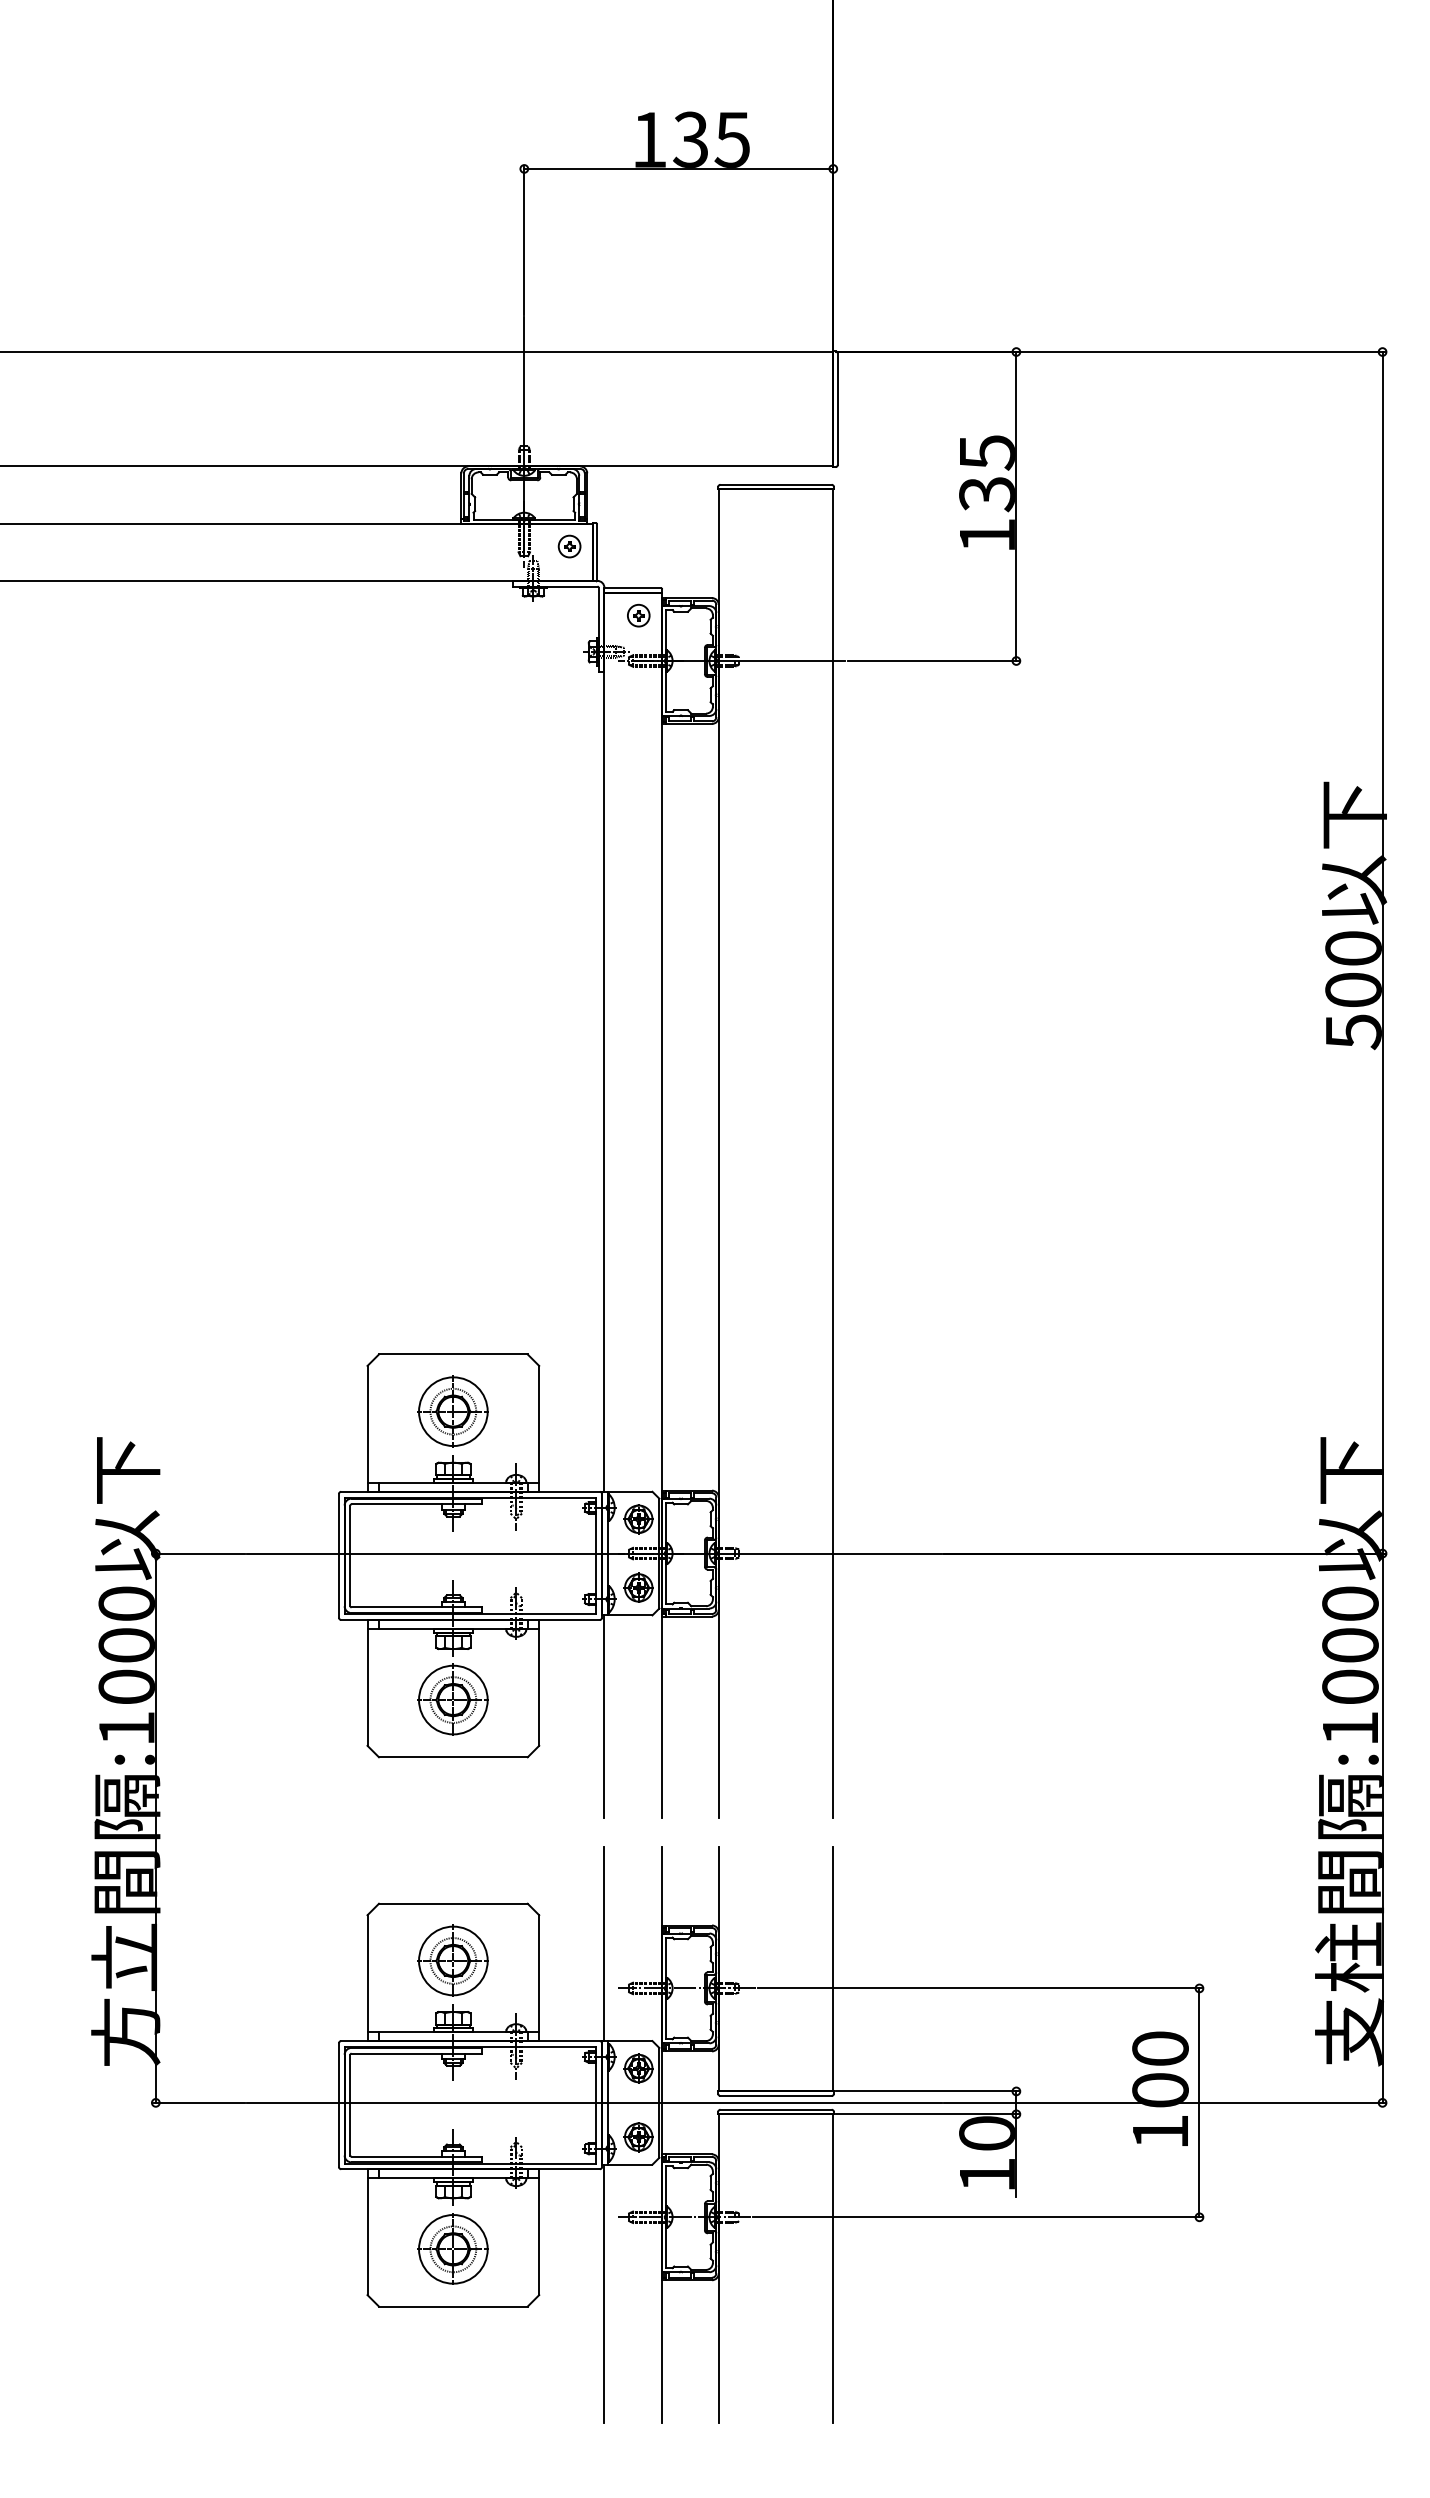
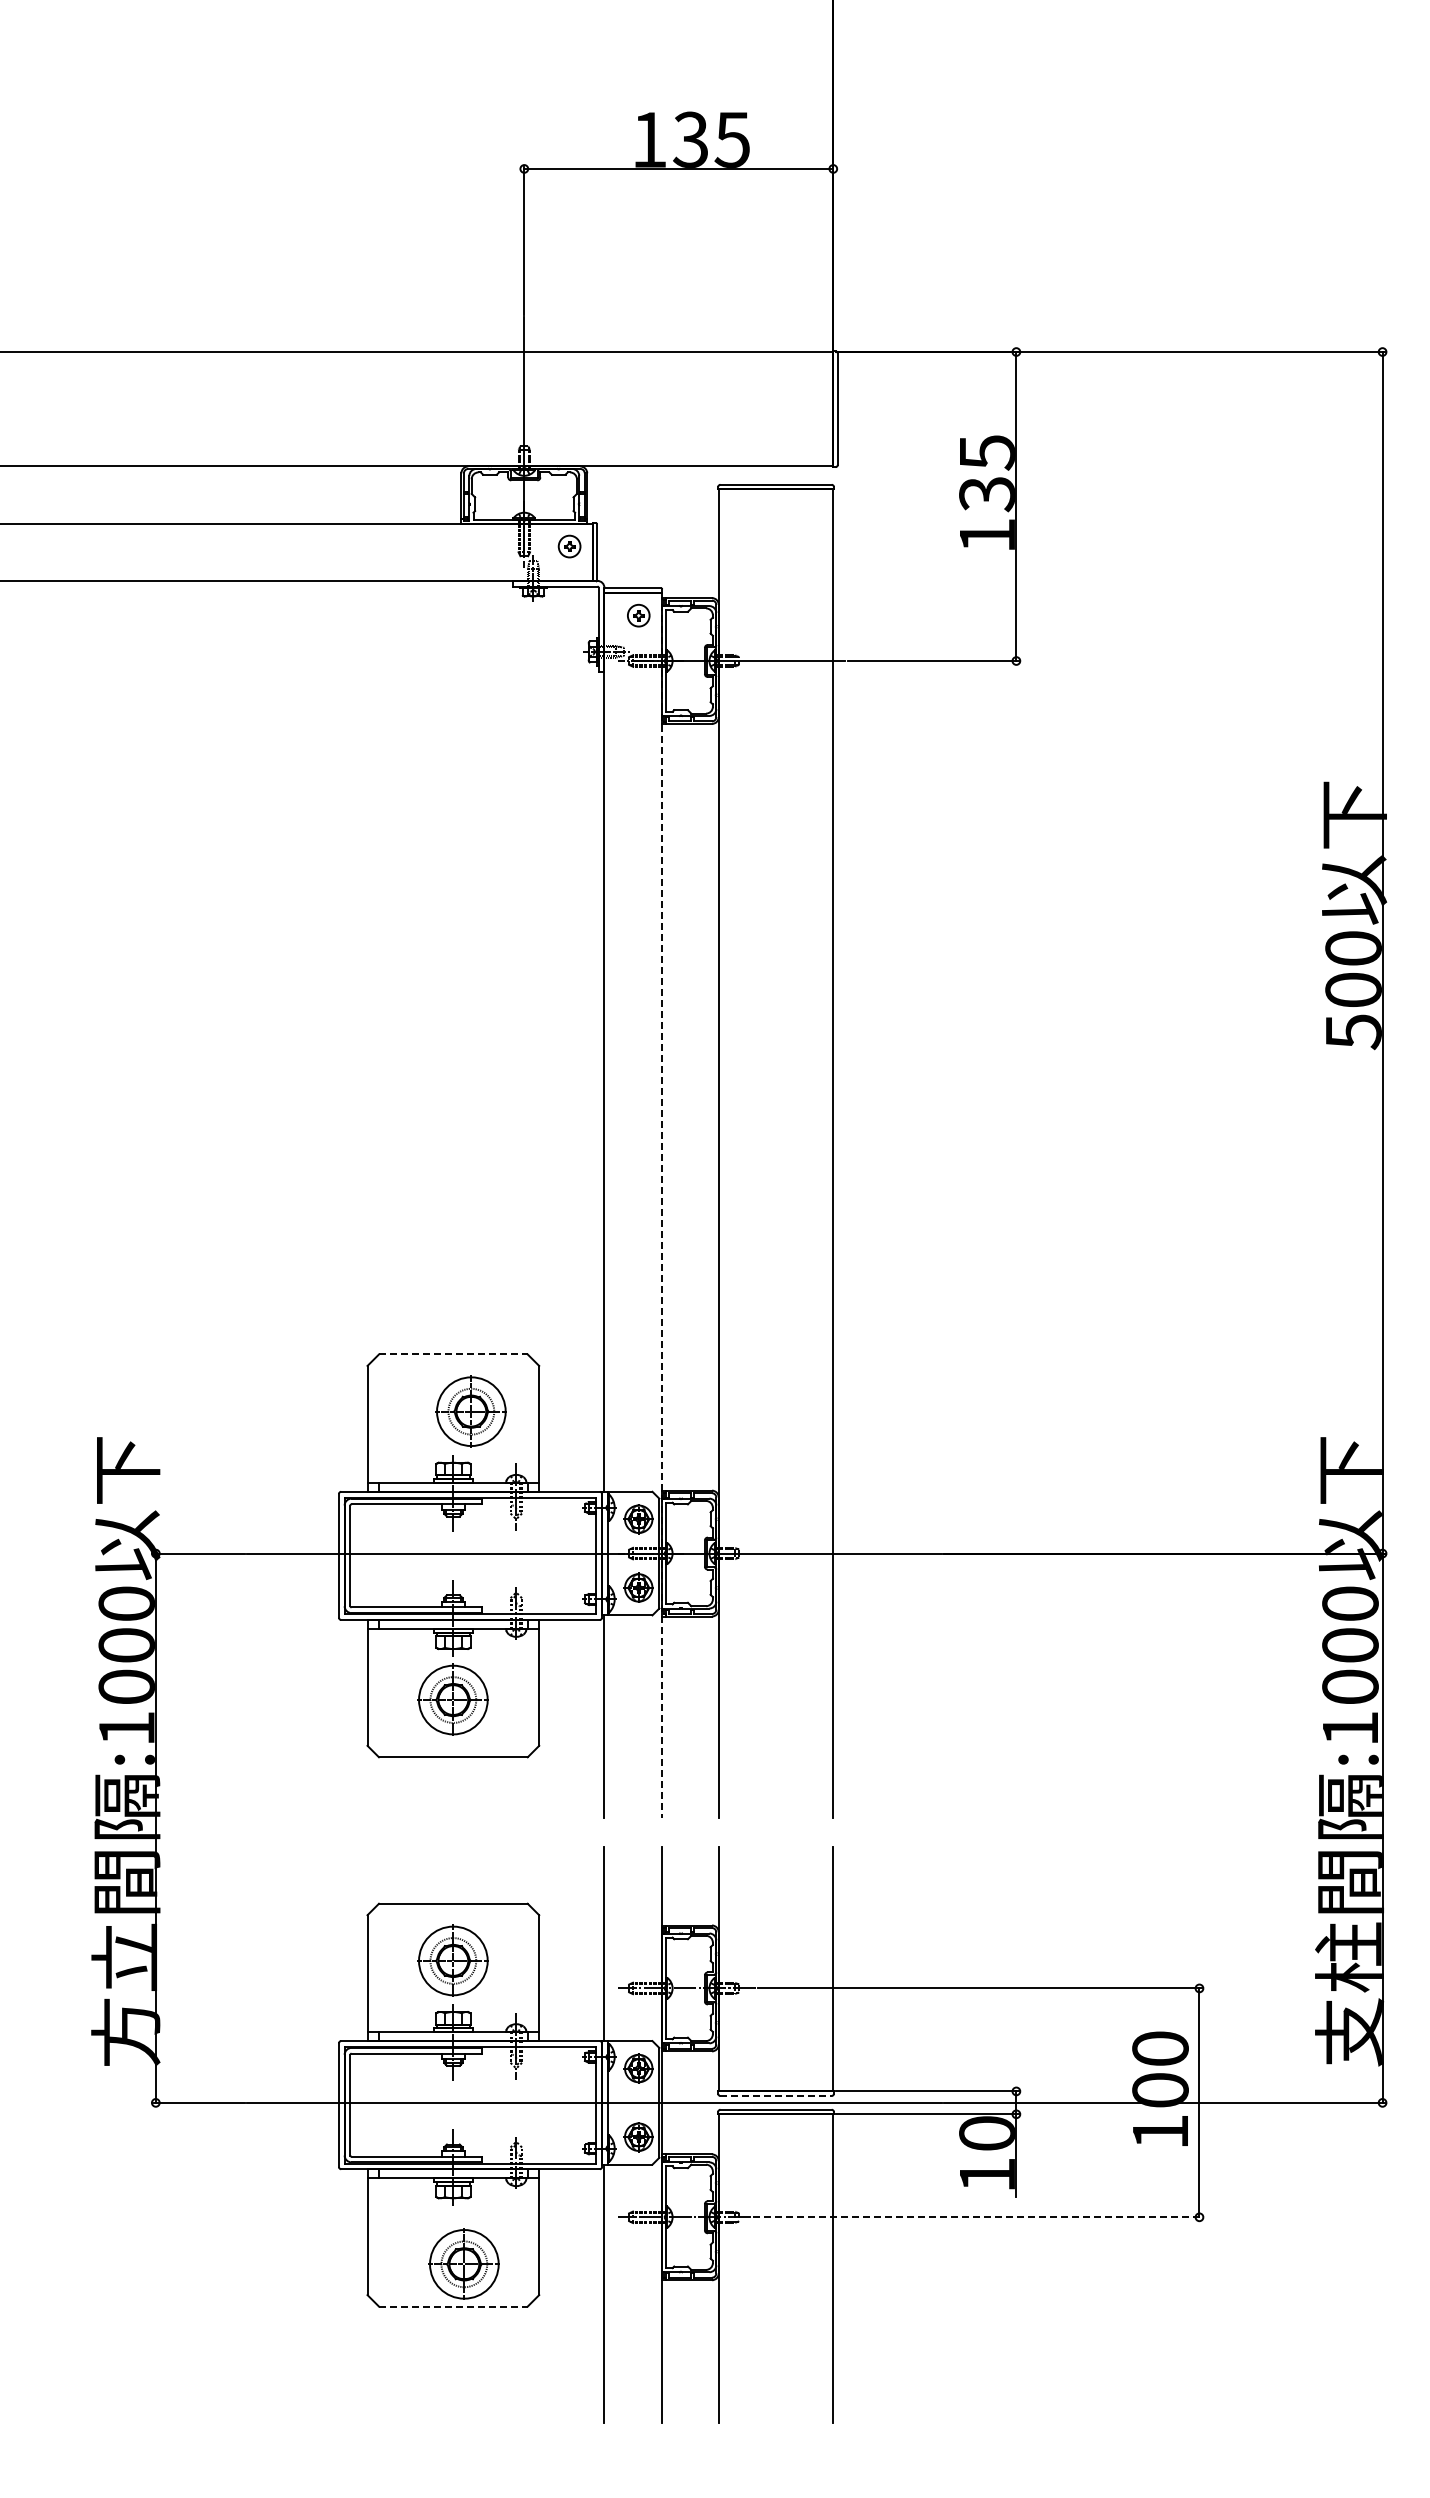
line at (661, 1205): solid -> dashed
line at (453, 1354): solid -> dashed
part at (452, 1411) position: (452, 1411) -> (470, 1411)
line at (776, 2096): solid -> dashed
line at (978, 2217): solid -> dashed
part at (452, 2248) position: (452, 2248) -> (463, 2263)
line at (453, 2306): solid -> dashed
